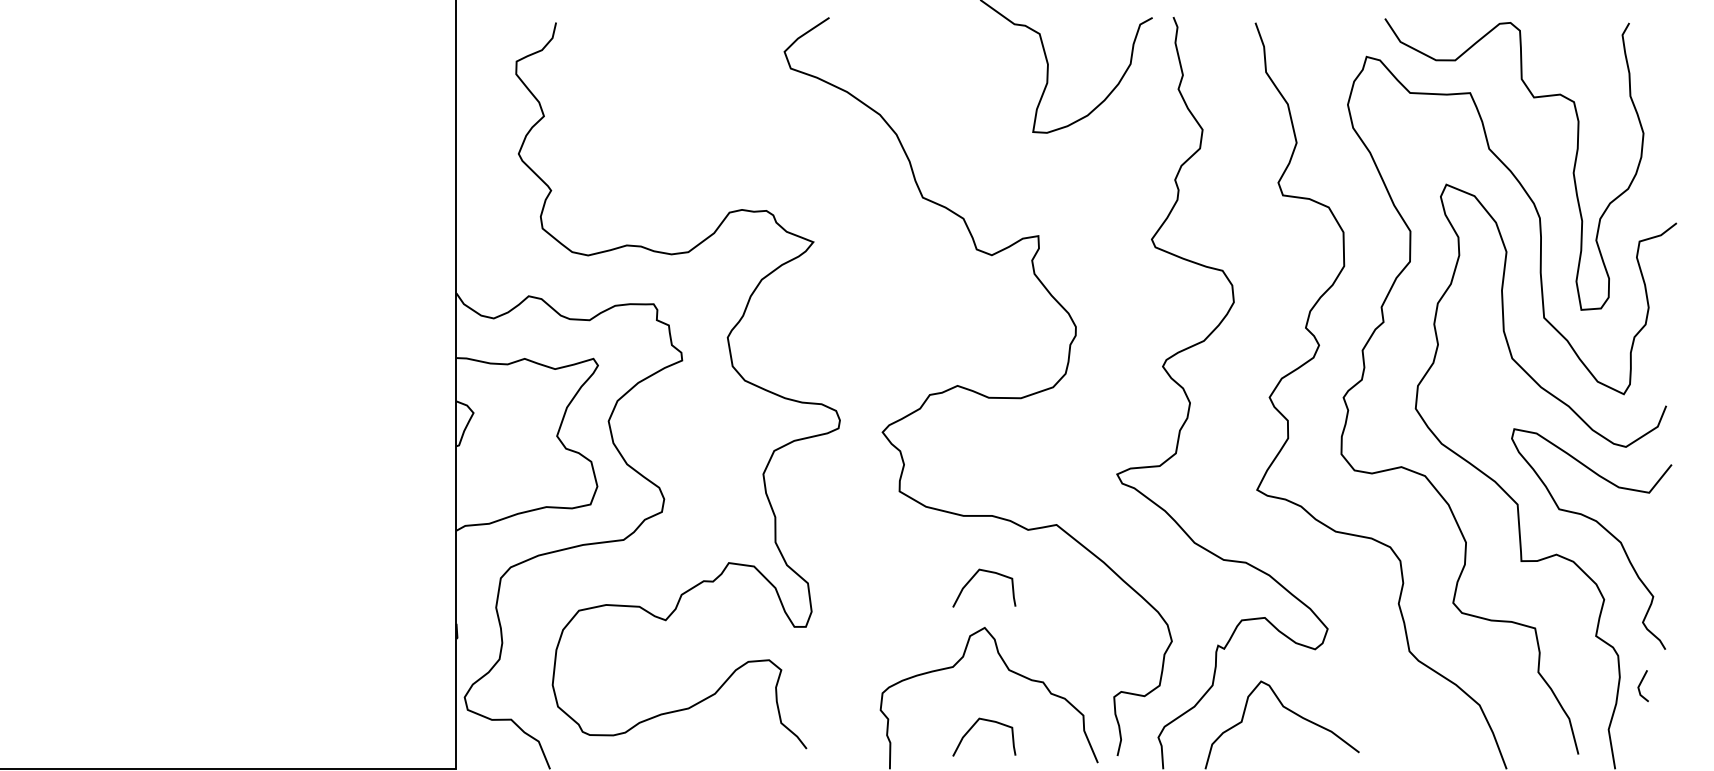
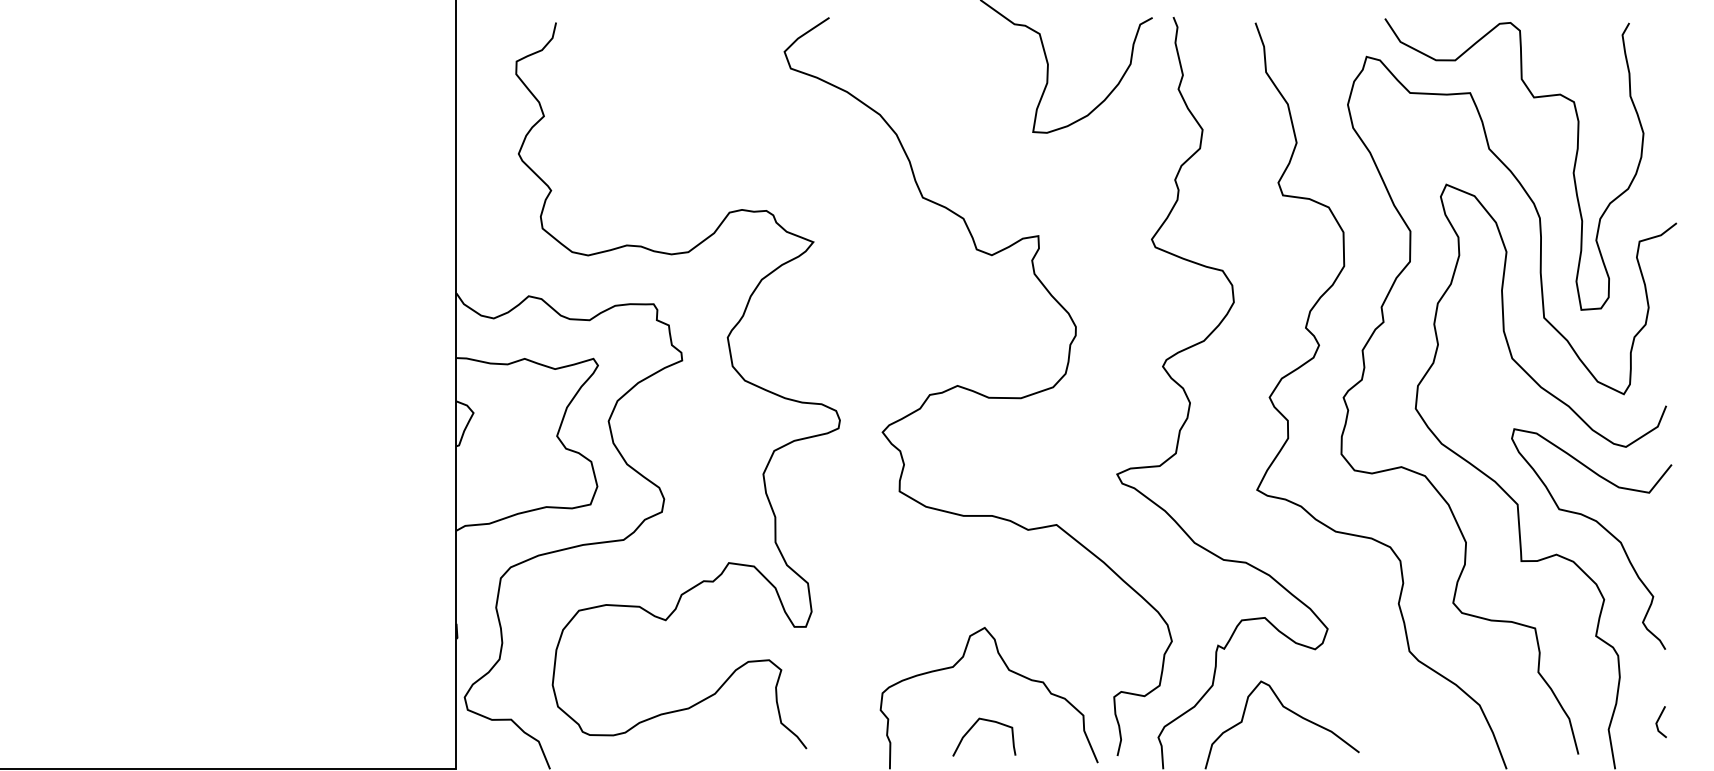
curve at (972, 579): present -> none
line at (1640, 685) position: (1640, 685) -> (1658, 721)
